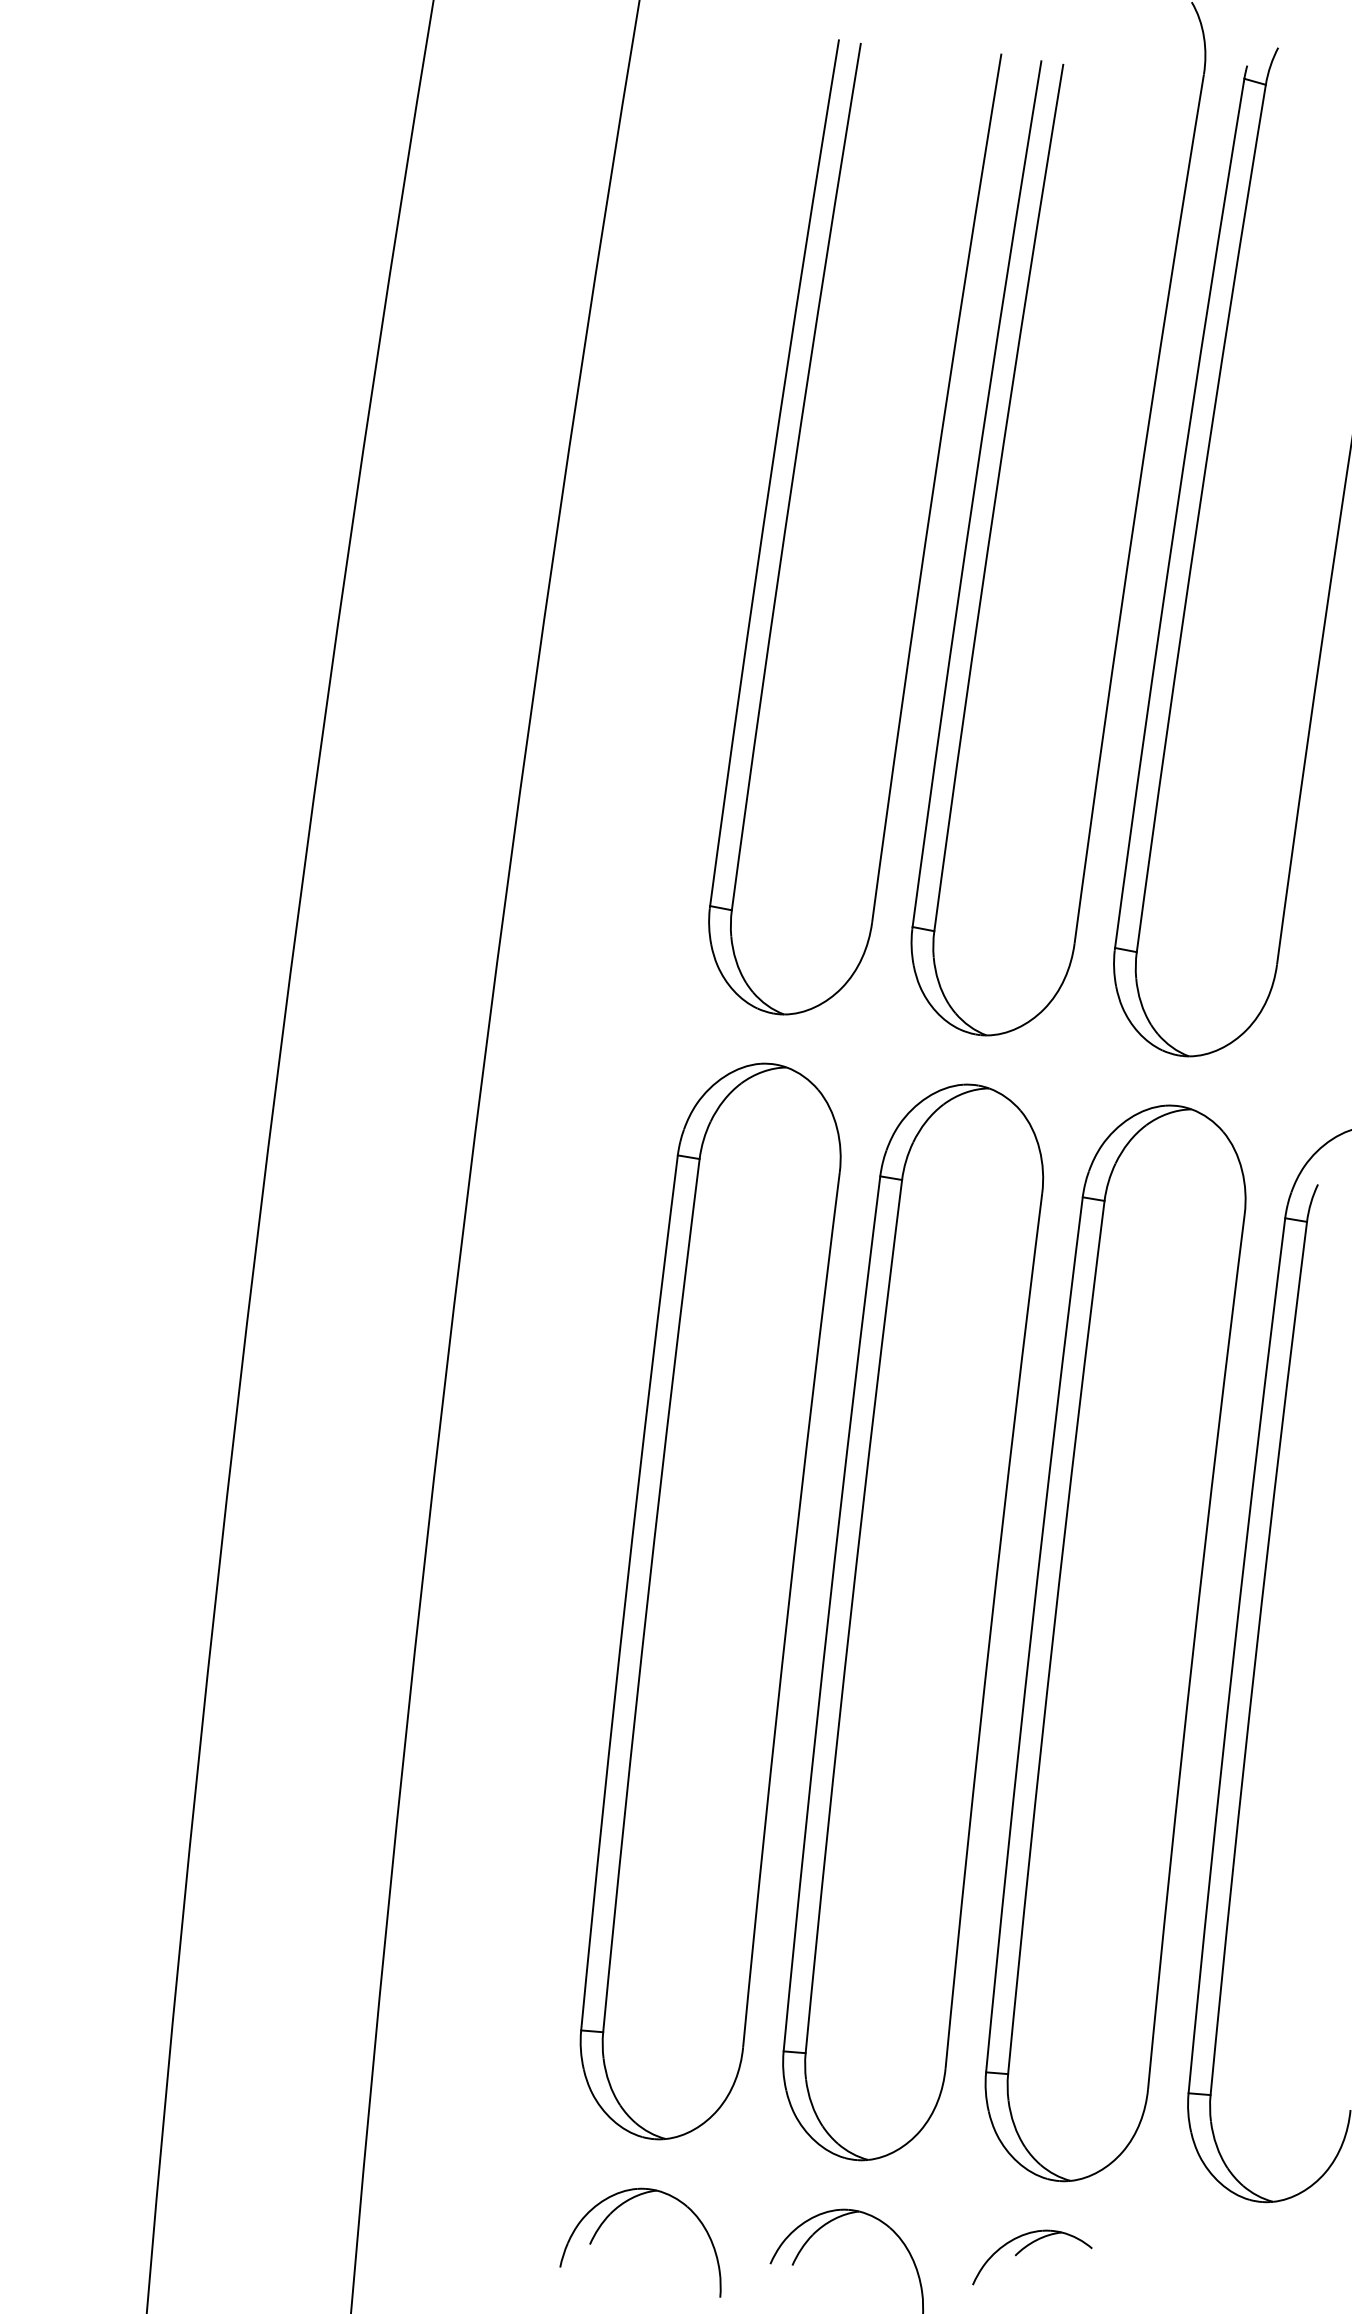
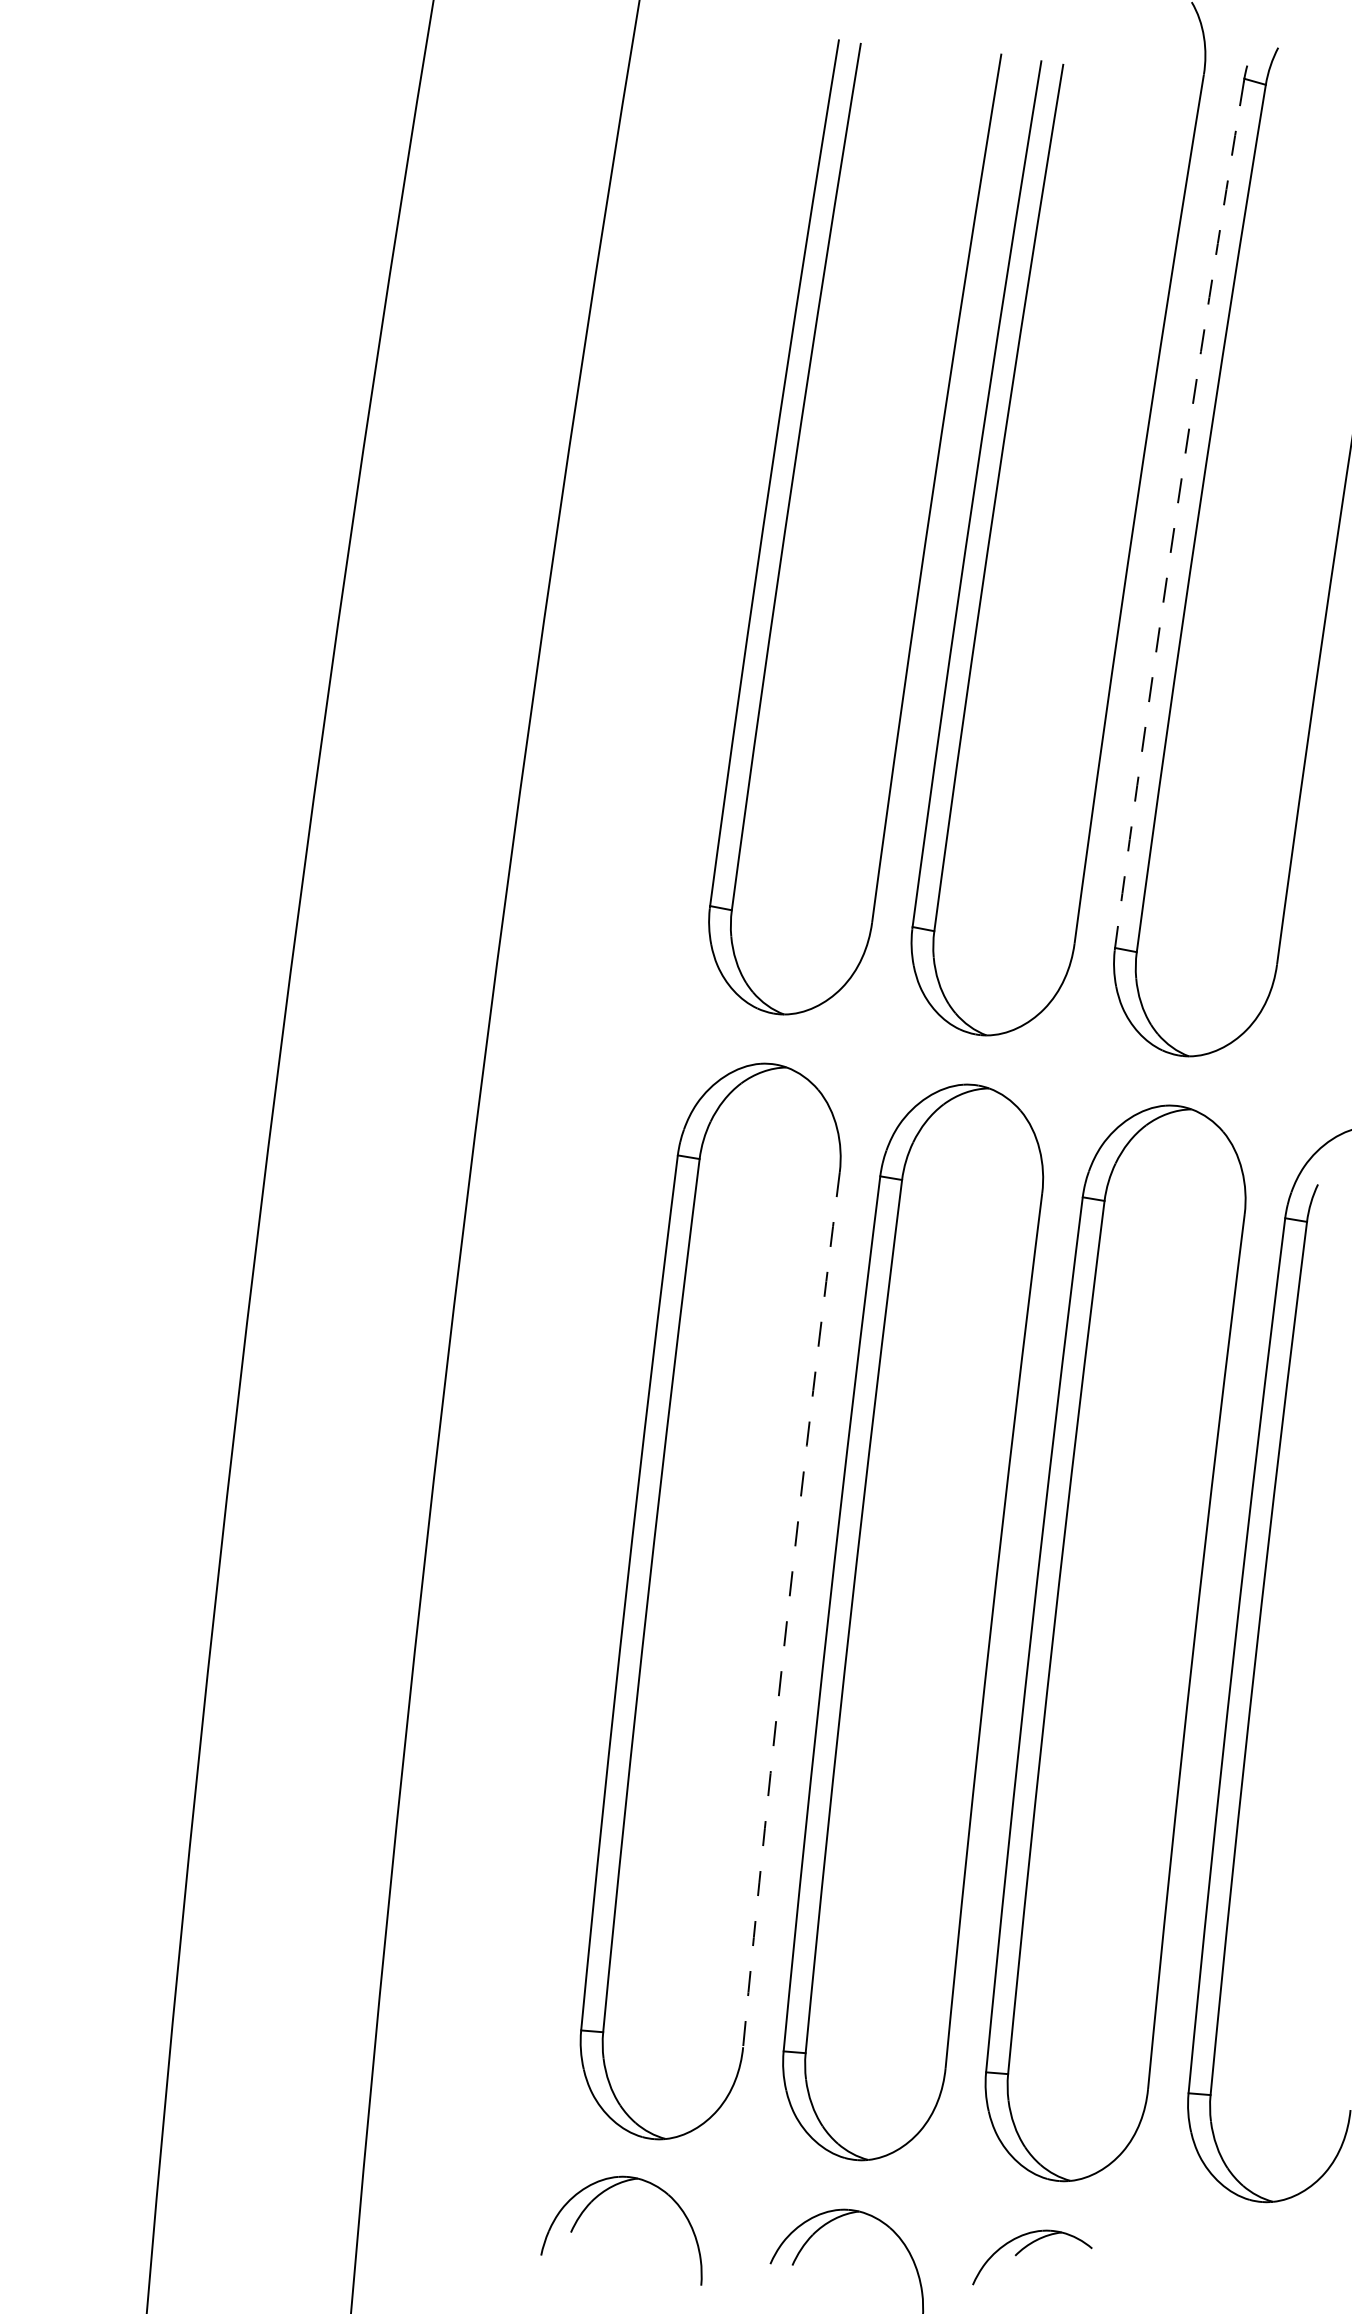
arc at (1176, 514): solid -> dashed
arc at (788, 1609): solid -> dashed
part at (612, 2213) position: (612, 2213) -> (593, 2201)
